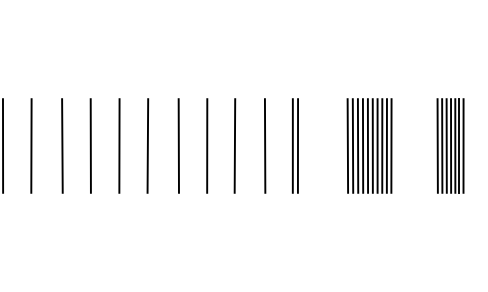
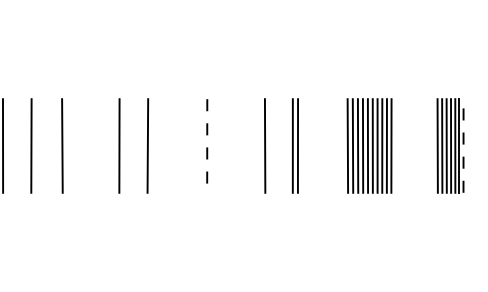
line at (90, 145): present -> none
line at (178, 145): present -> none
line at (234, 145): present -> none
line at (207, 146): solid -> dashed
line at (463, 146): solid -> dashed
